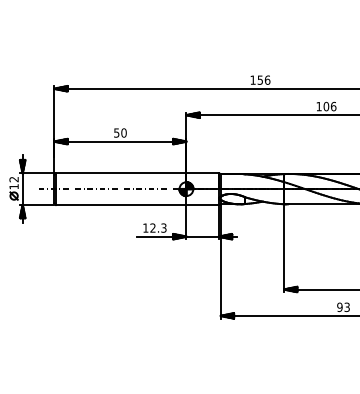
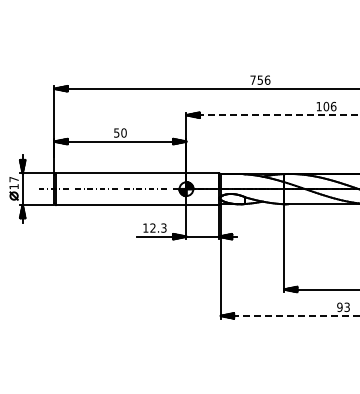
text at (252, 79): 156 -> 756
line at (273, 115): solid -> dashed
text at (13, 179): 12 -> 17
line at (290, 315): solid -> dashed
